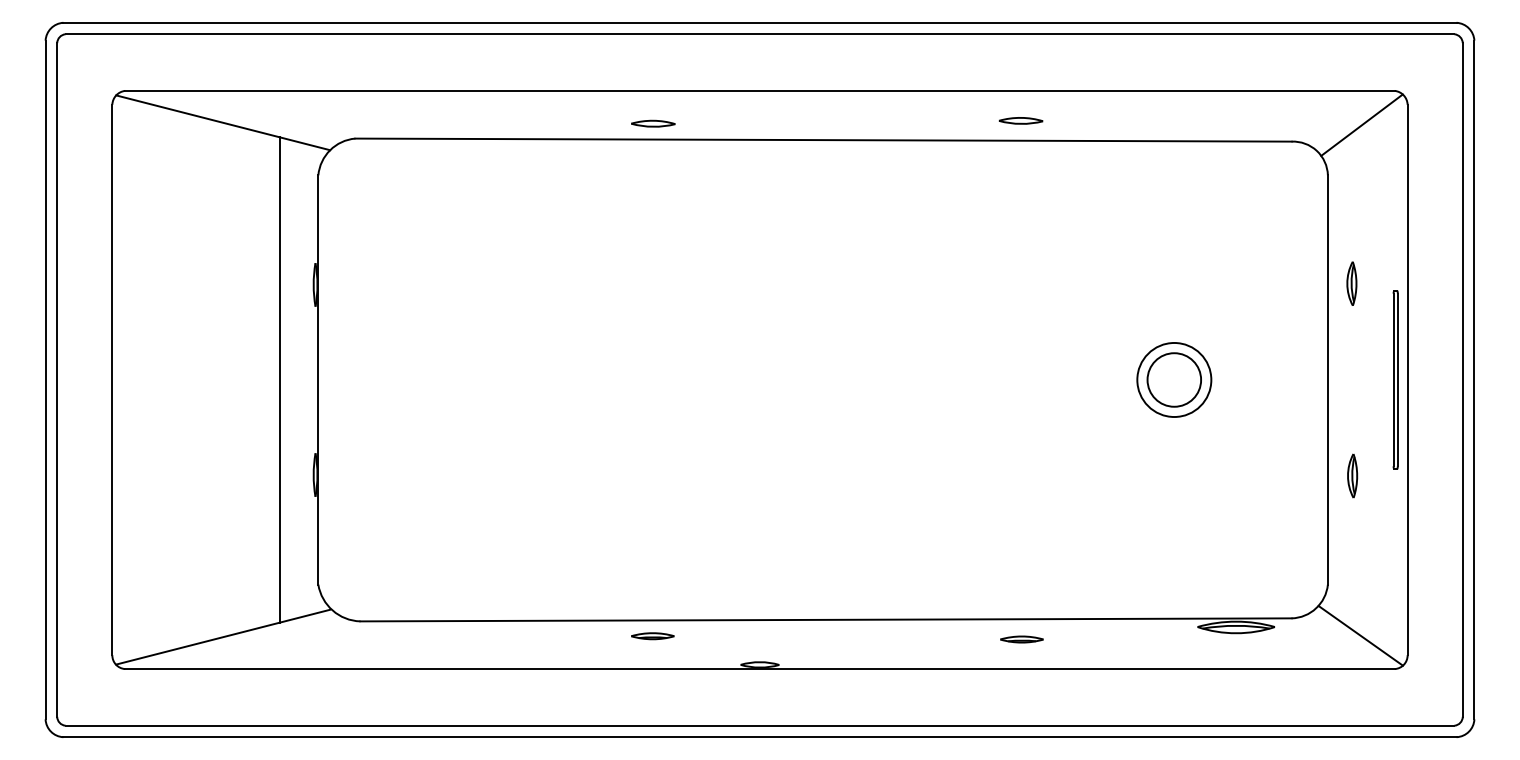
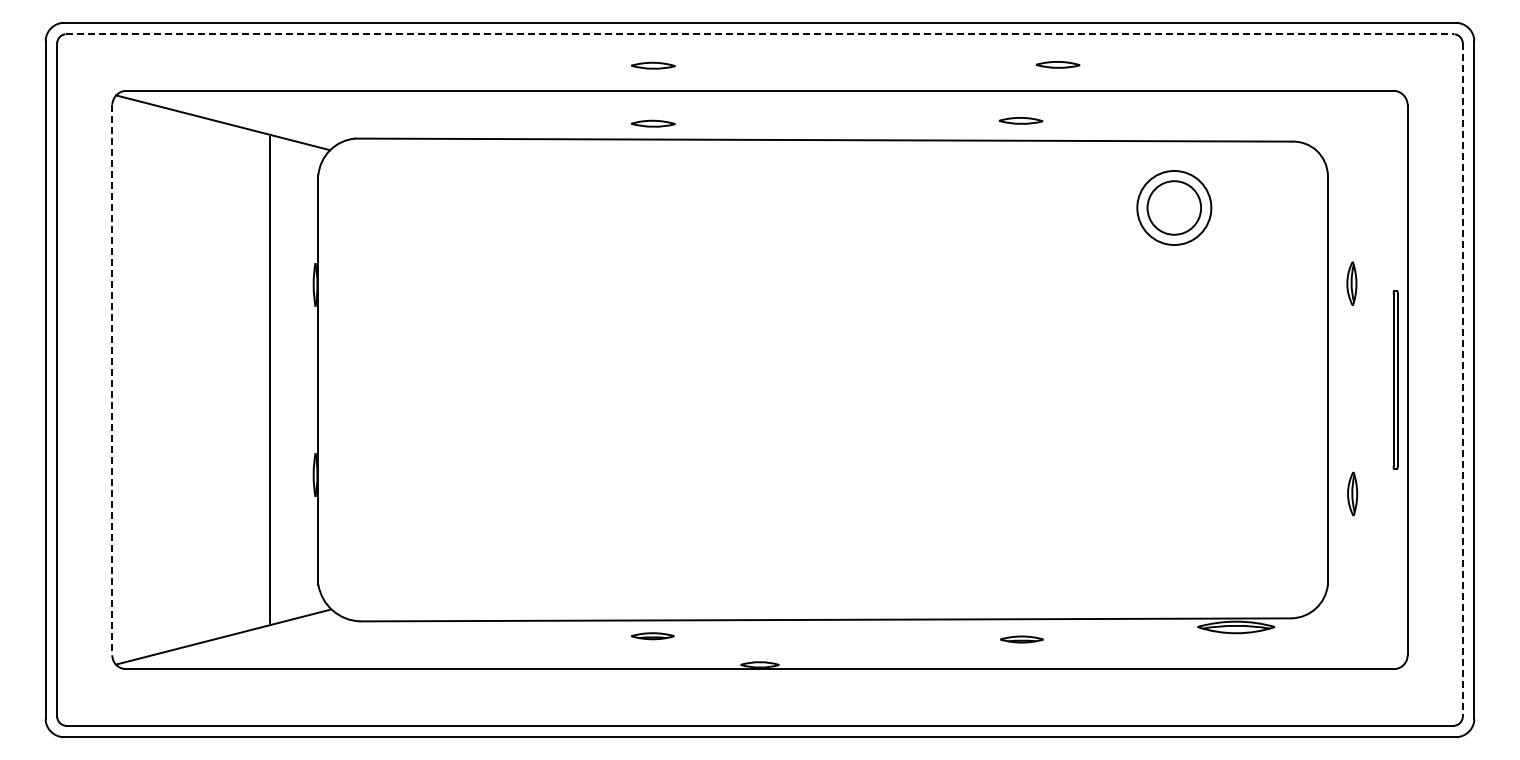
line at (760, 34): solid -> dashed
part at (1057, 64): none -> present
part at (653, 65): none -> present
line at (1361, 124): present -> none
line at (280, 379) position: (280, 379) -> (270, 379)
part at (1174, 379) position: (1174, 379) -> (1174, 207)
line at (1462, 379): solid -> dashed
line at (112, 380): solid -> dashed
part at (1352, 475) position: (1352, 475) -> (1352, 493)
line at (1360, 635): present -> none
